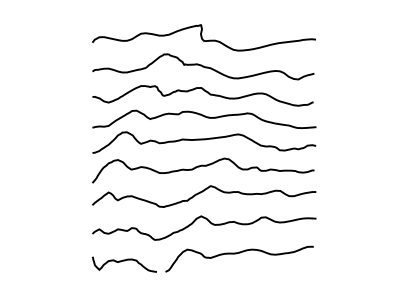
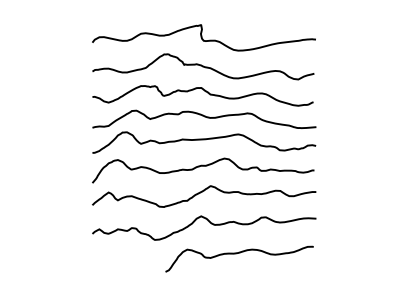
curve at (123, 261): present -> none
